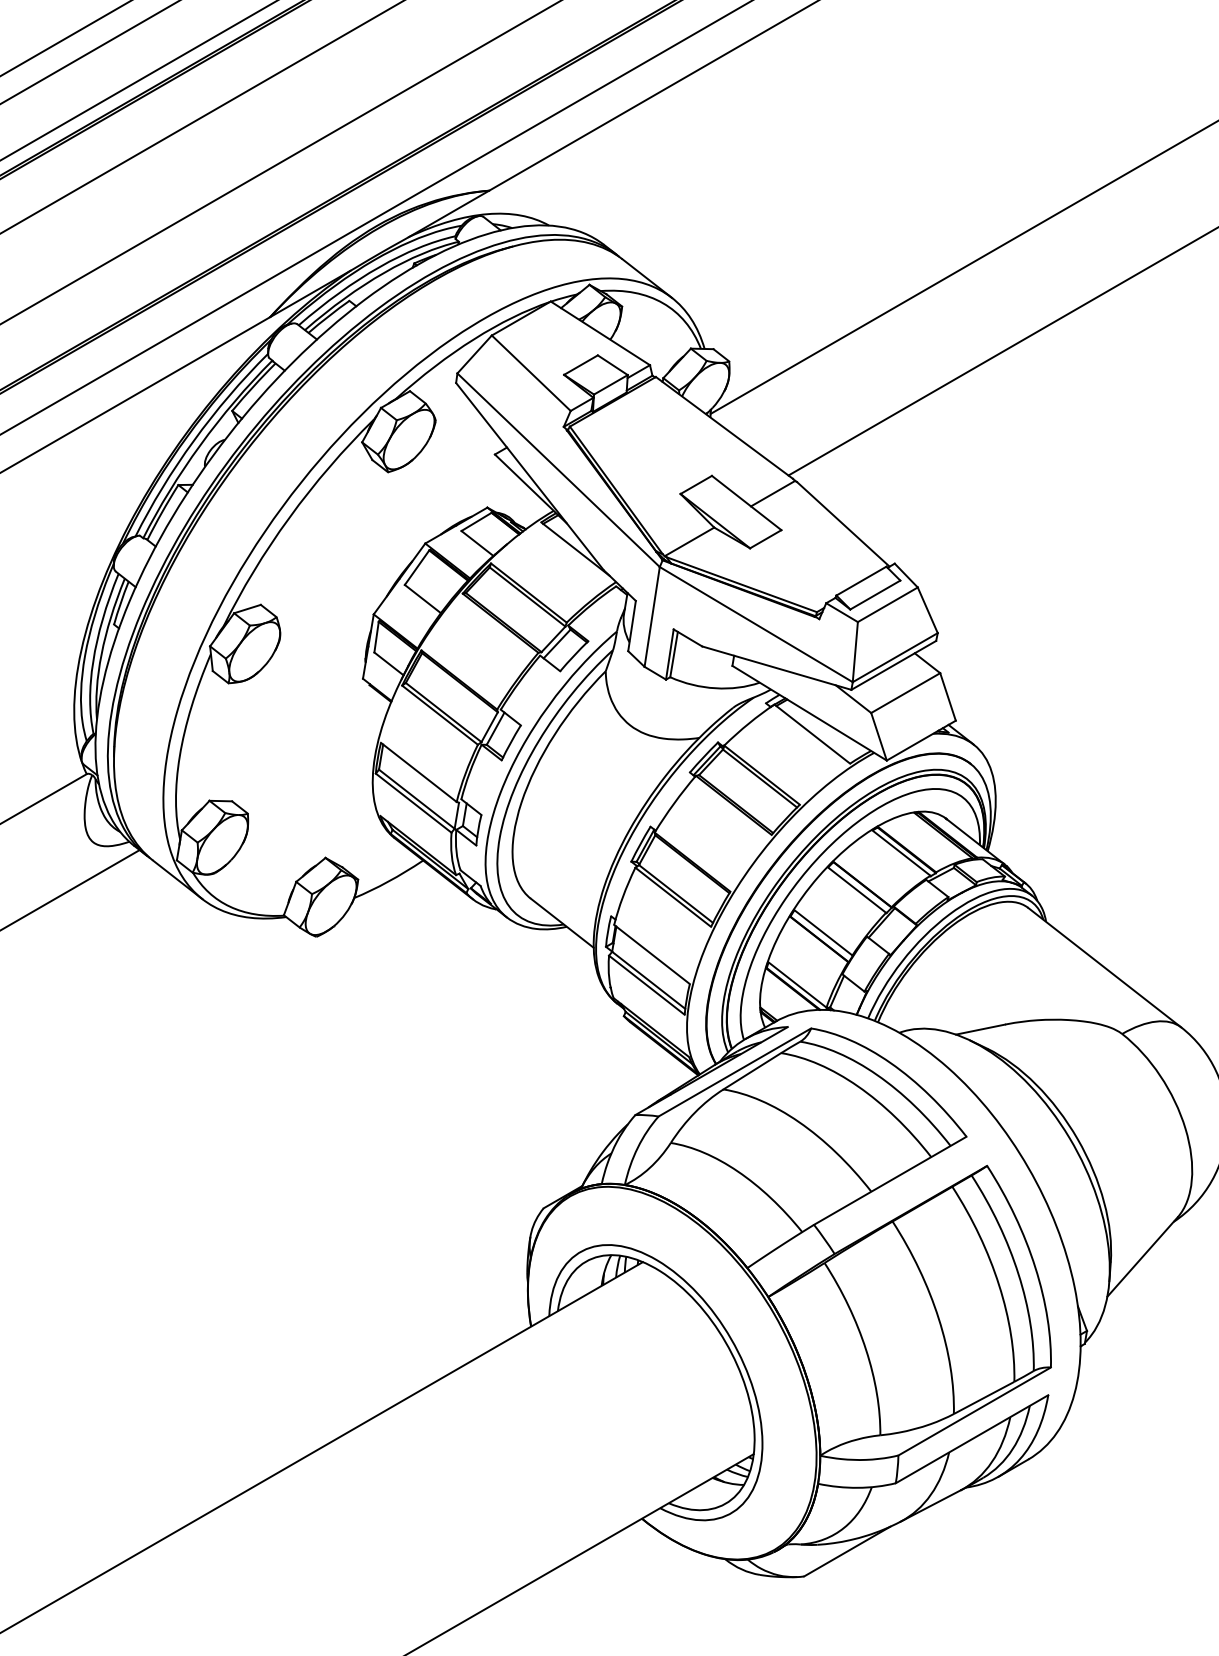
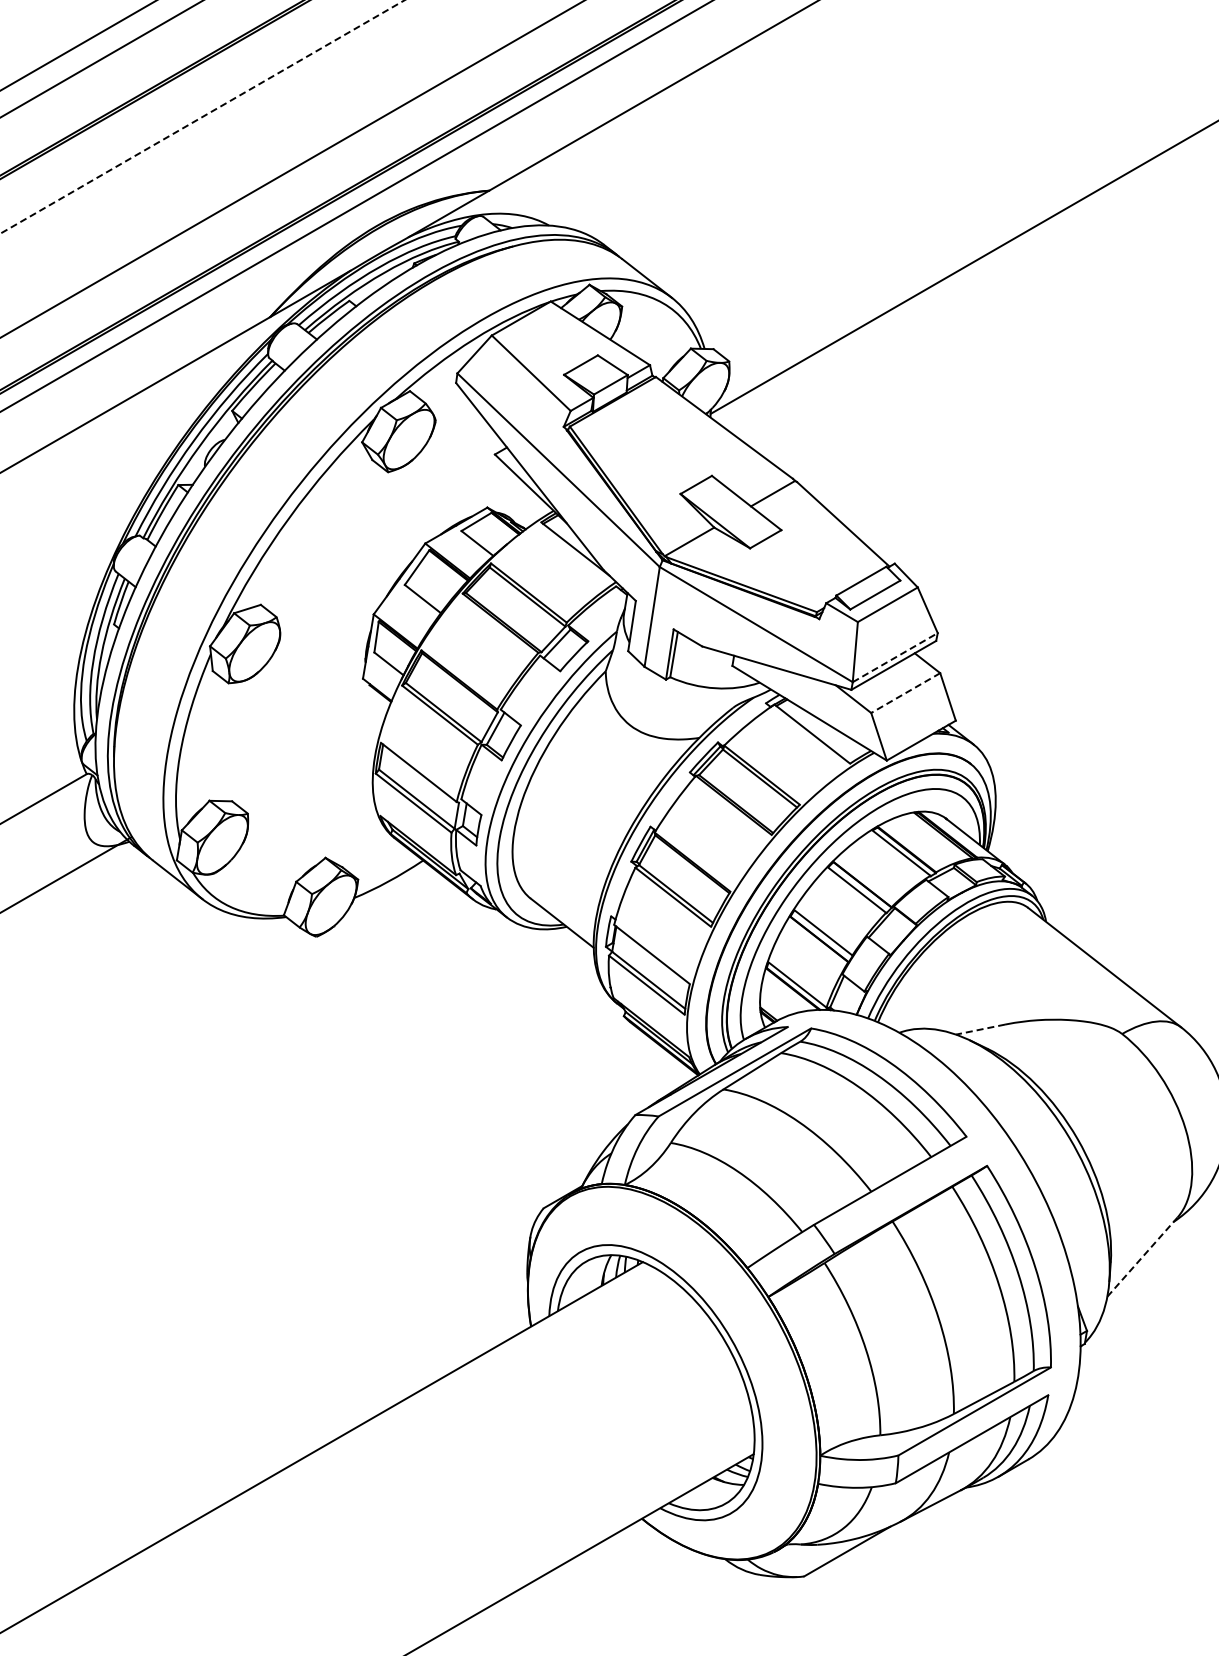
line at (65, 38) position: (65, 38) -> (77, 45)
line at (89, 52) position: (89, 52) -> (101, 59)
line at (138, 80): present -> none
line at (203, 116): solid -> dashed
line at (280, 162) position: (280, 162) -> (292, 169)
line at (375, 217) position: (375, 217) -> (356, 206)
line at (1001, 351): present -> none
line at (895, 657): solid -> dashed
line at (905, 693): solid -> dashed
line at (70, 889) position: (70, 889) -> (66, 874)
line at (980, 1029): solid -> dashed
line at (1142, 1257): solid -> dashed
